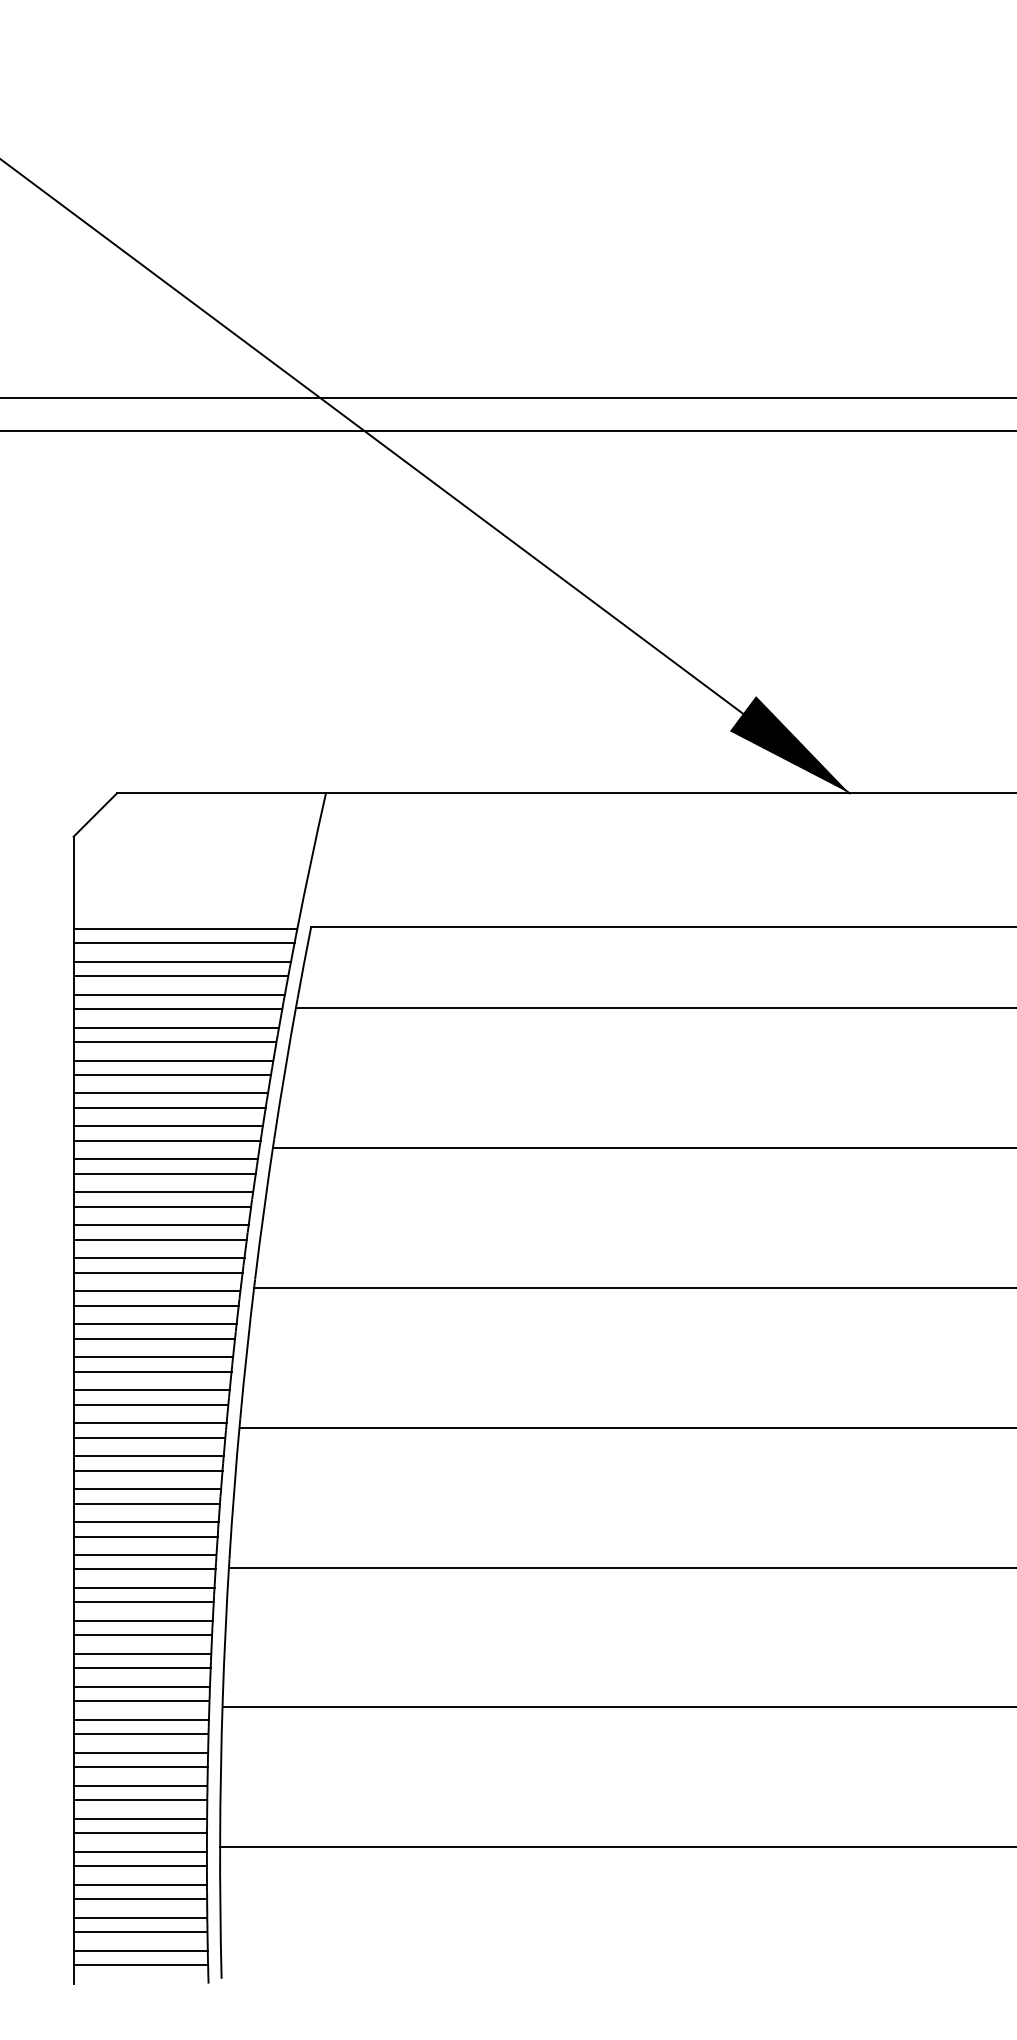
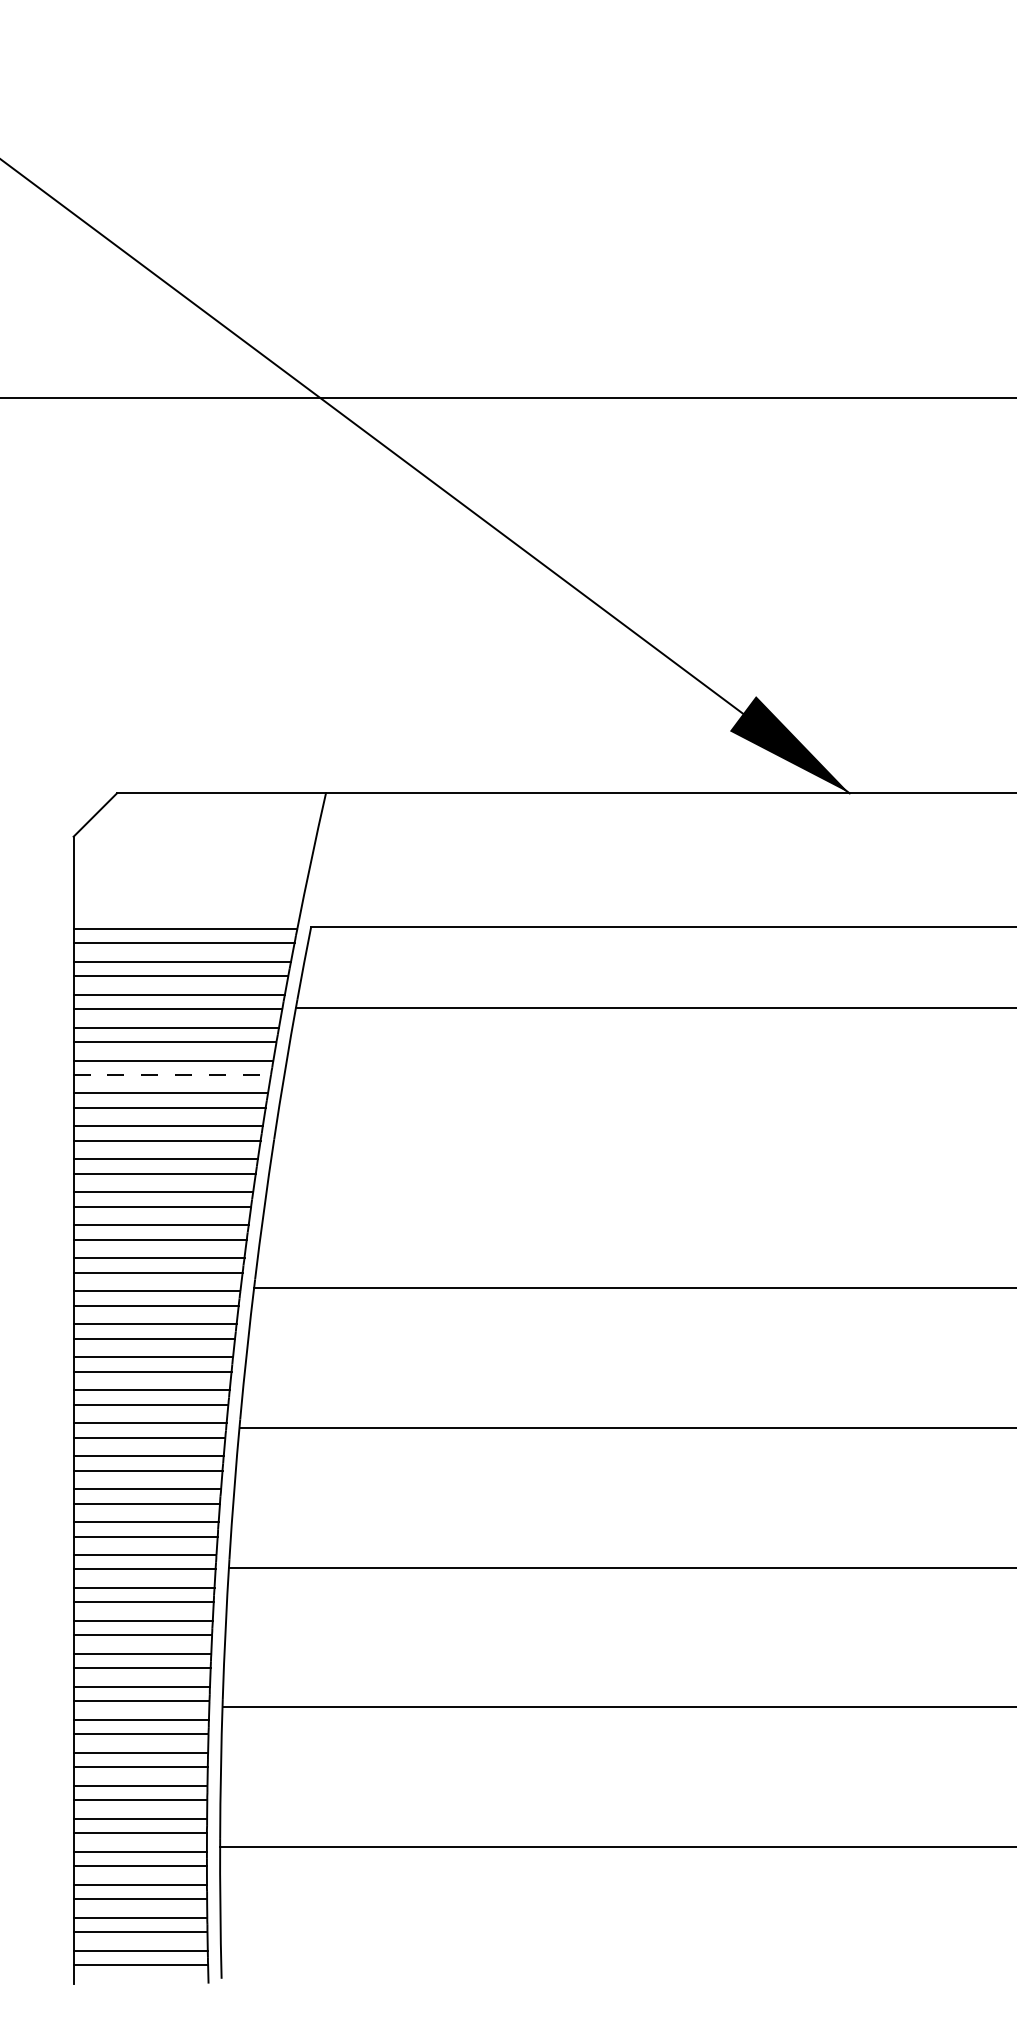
line at (507, 431): present -> none
line at (172, 1074): solid -> dashed
line at (643, 1147): present -> none
